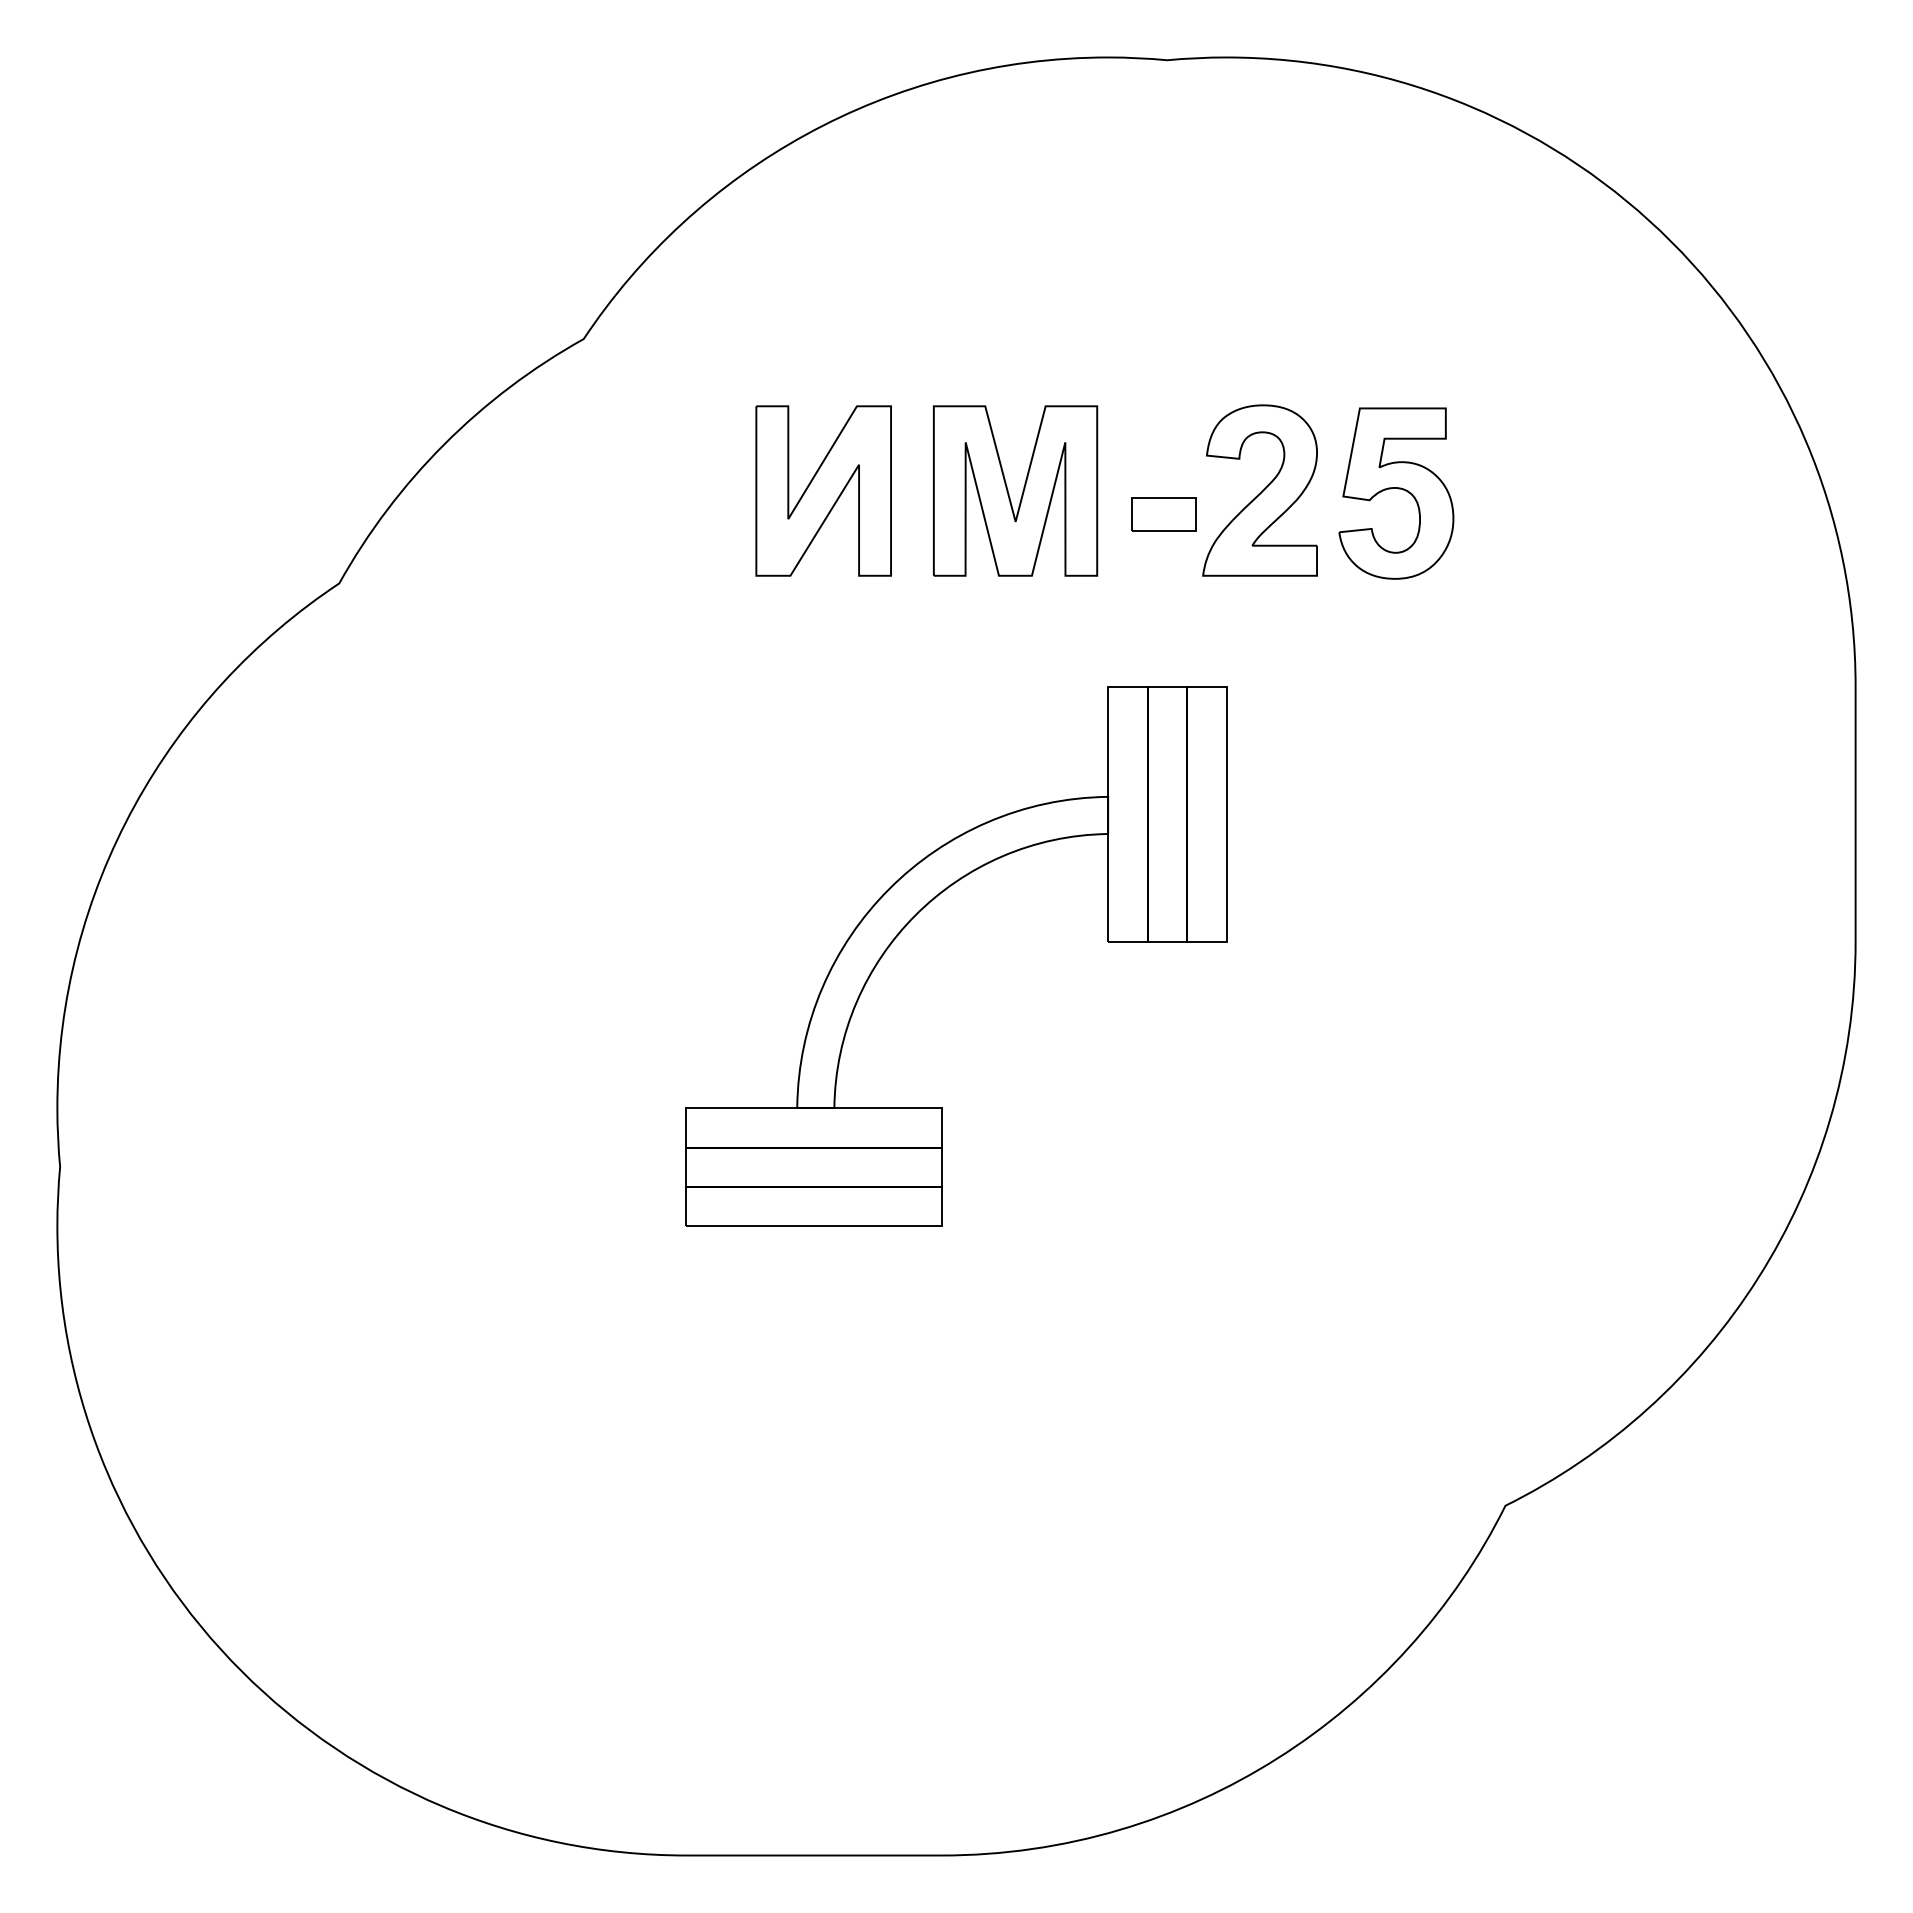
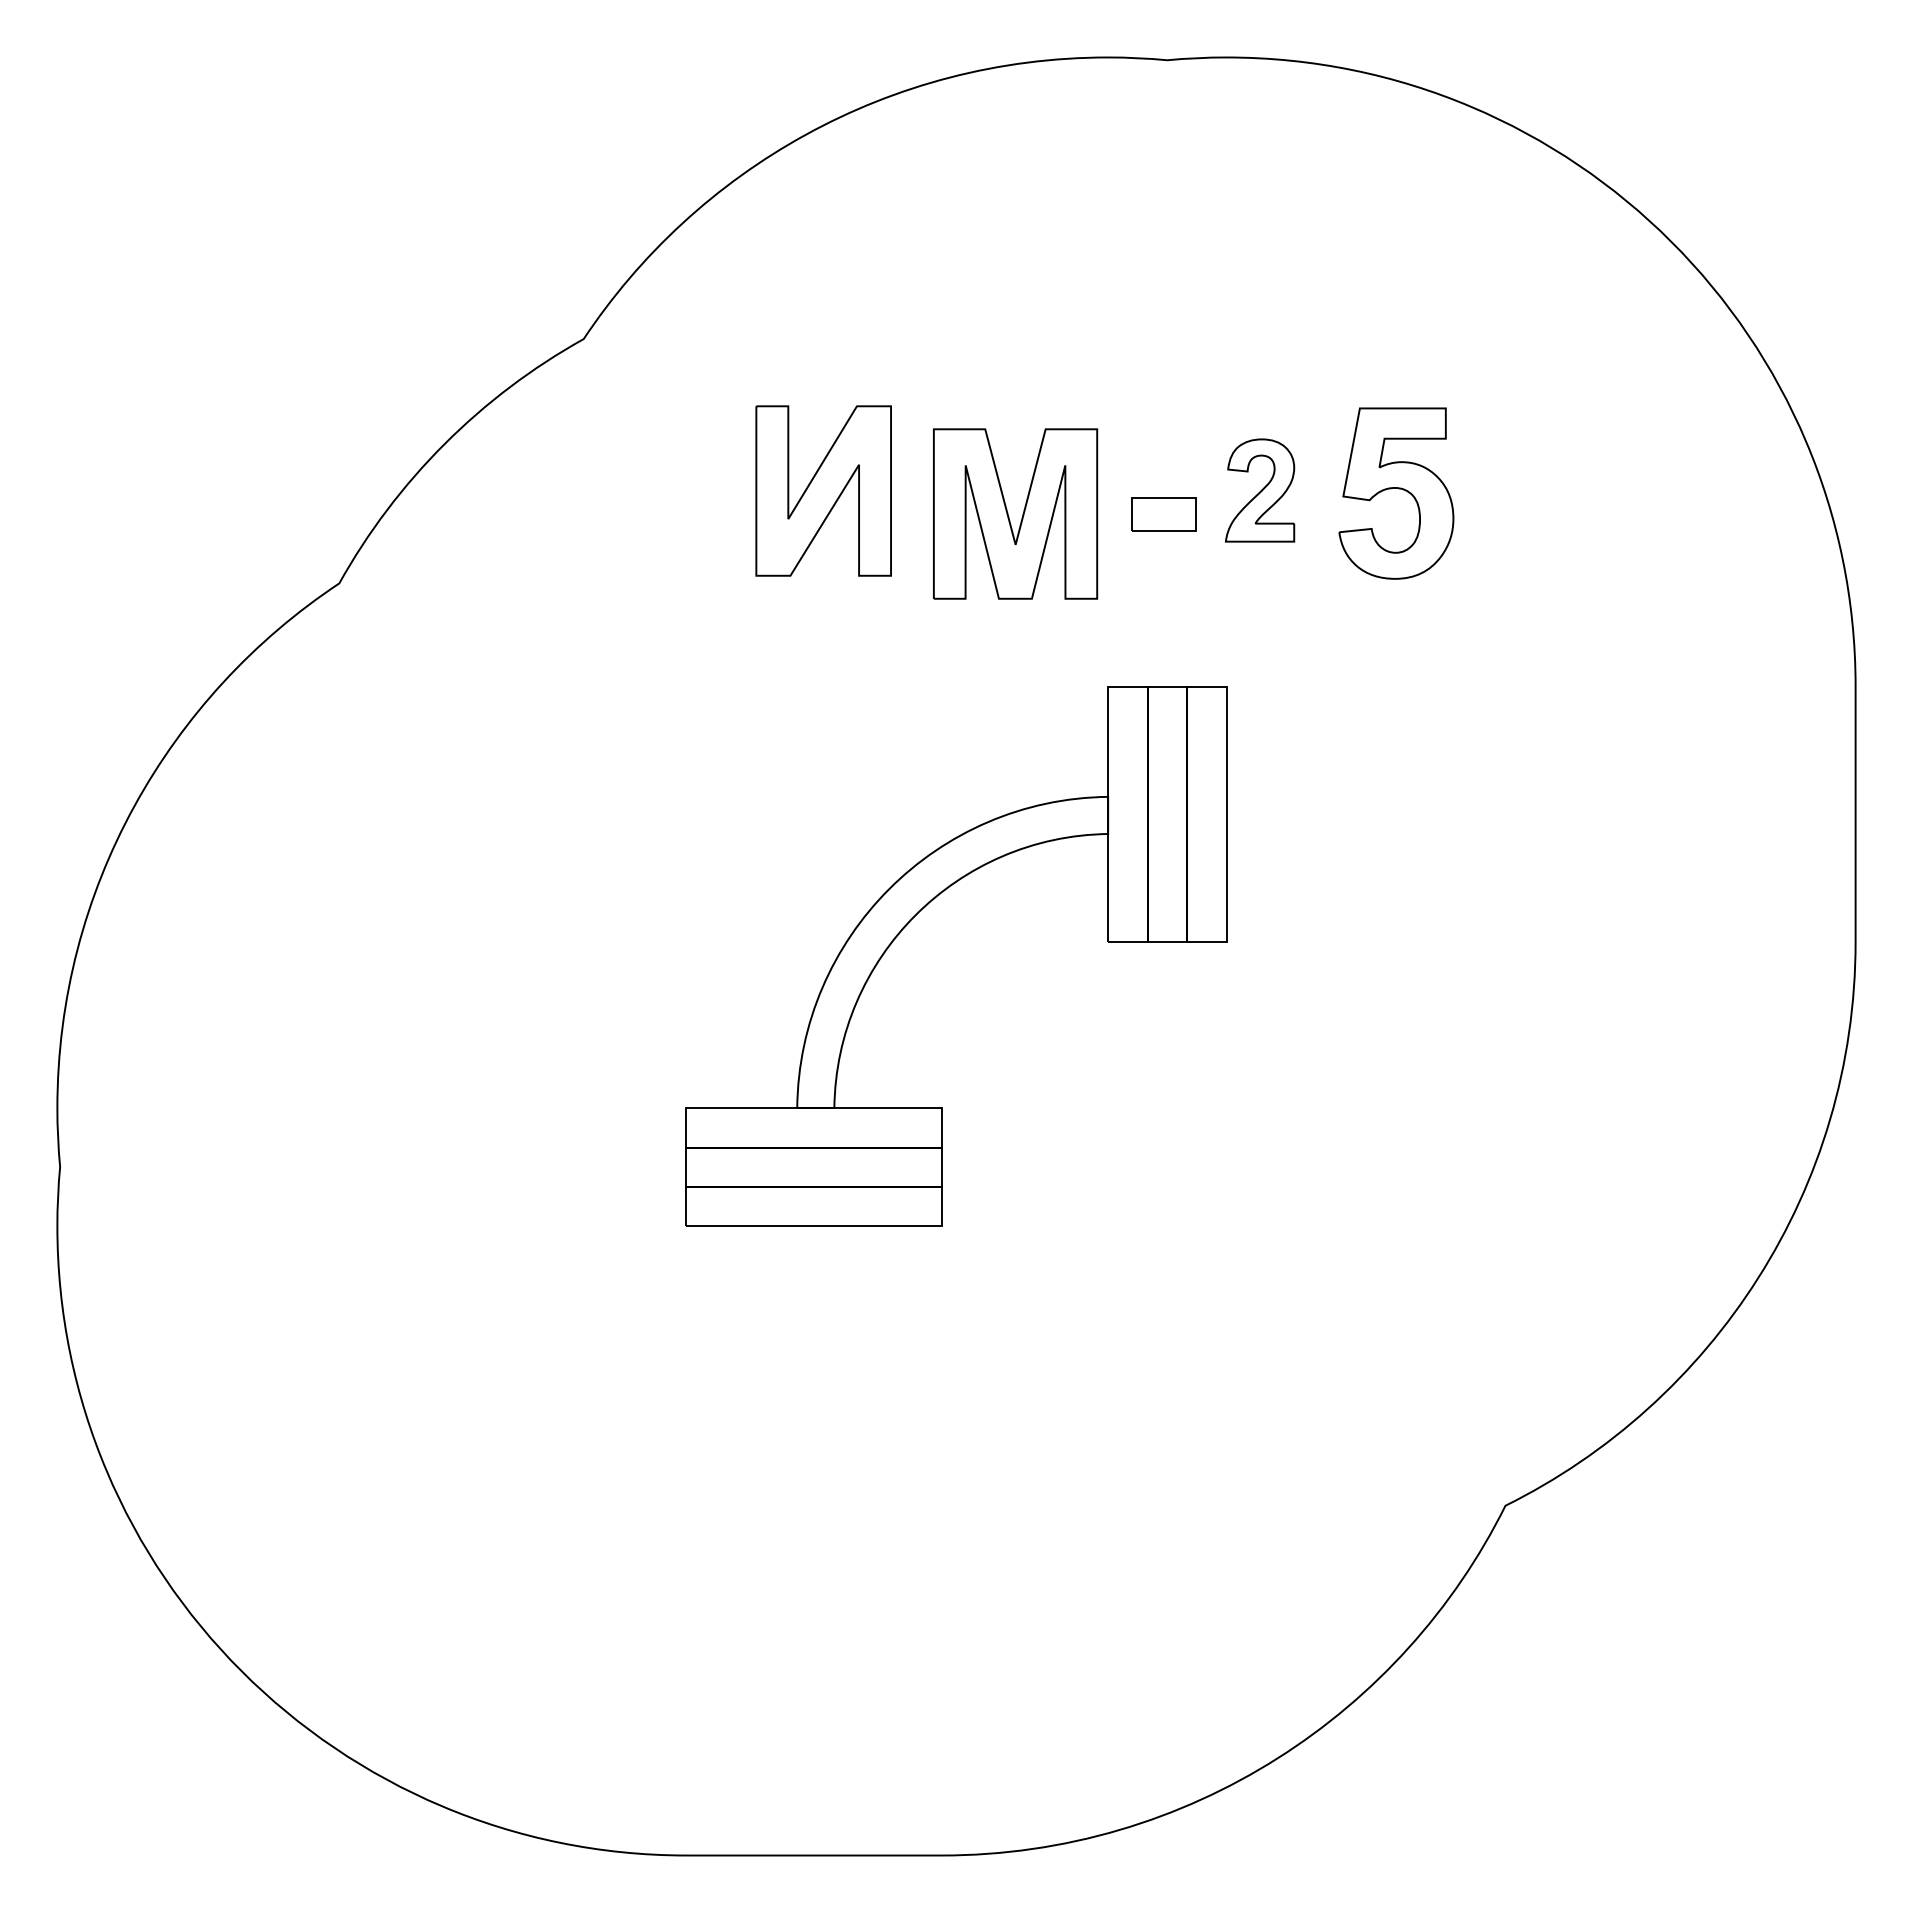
part at (1259, 490) size: 116x173 px -> 71x105 px
part at (1009, 493) position: (1009, 493) -> (1009, 516)
